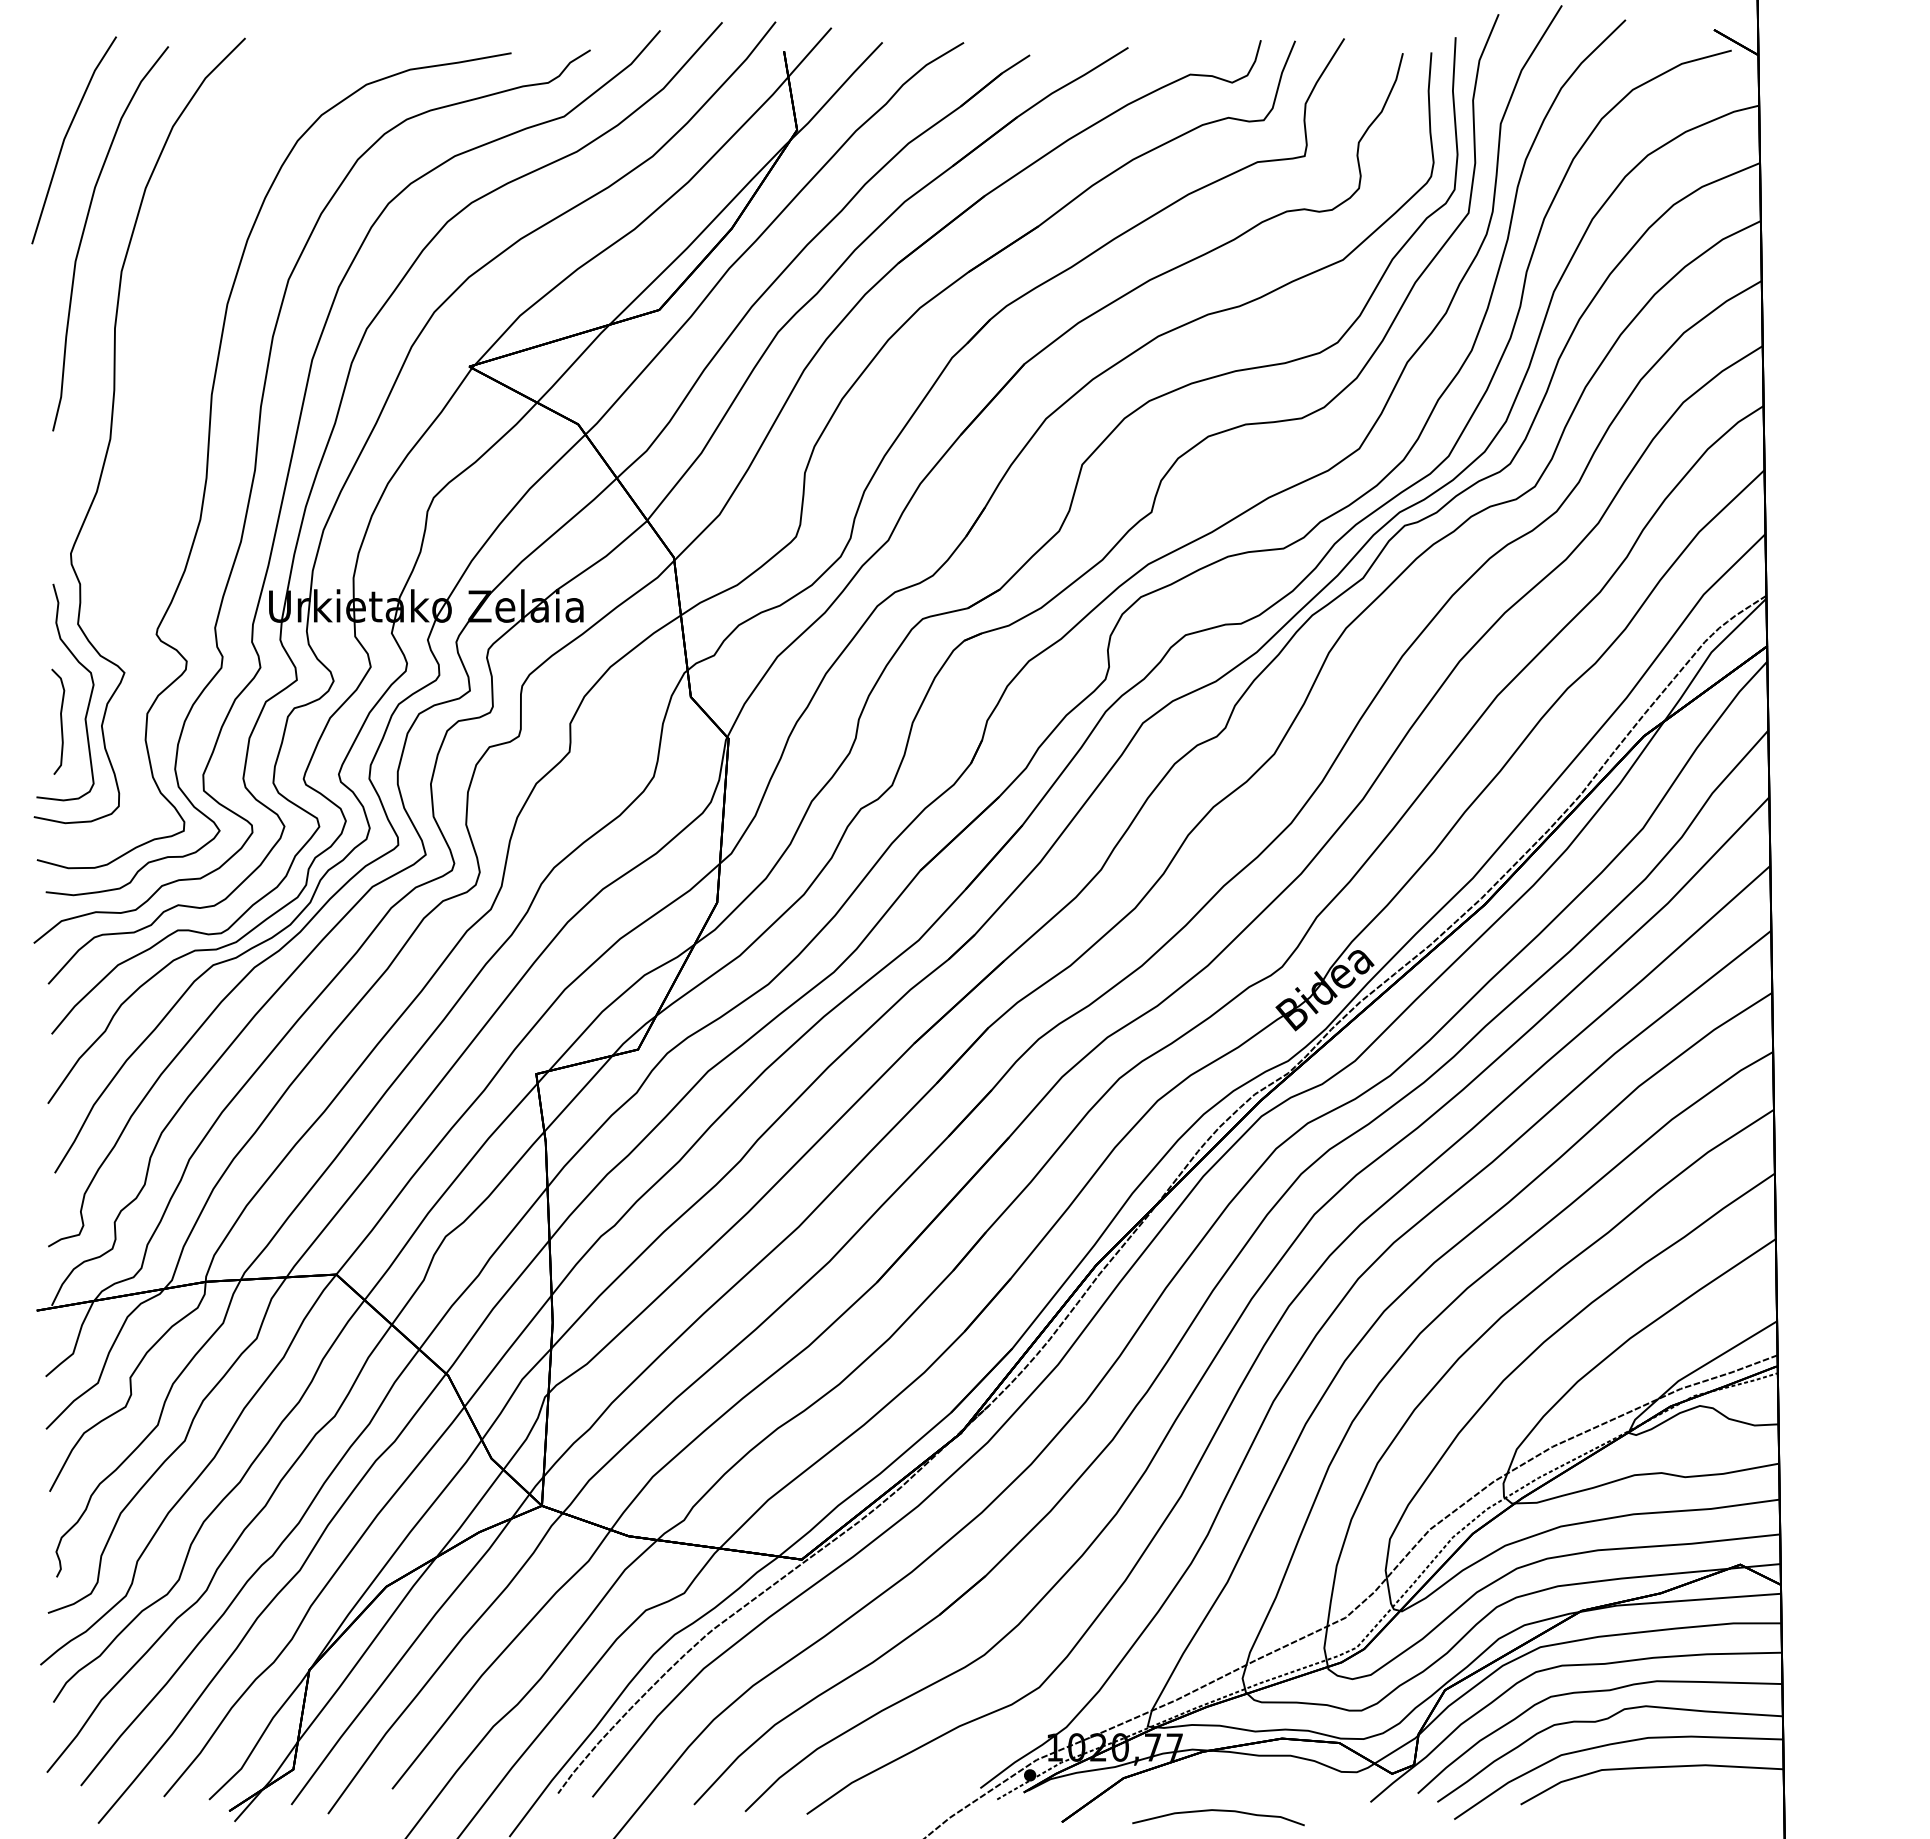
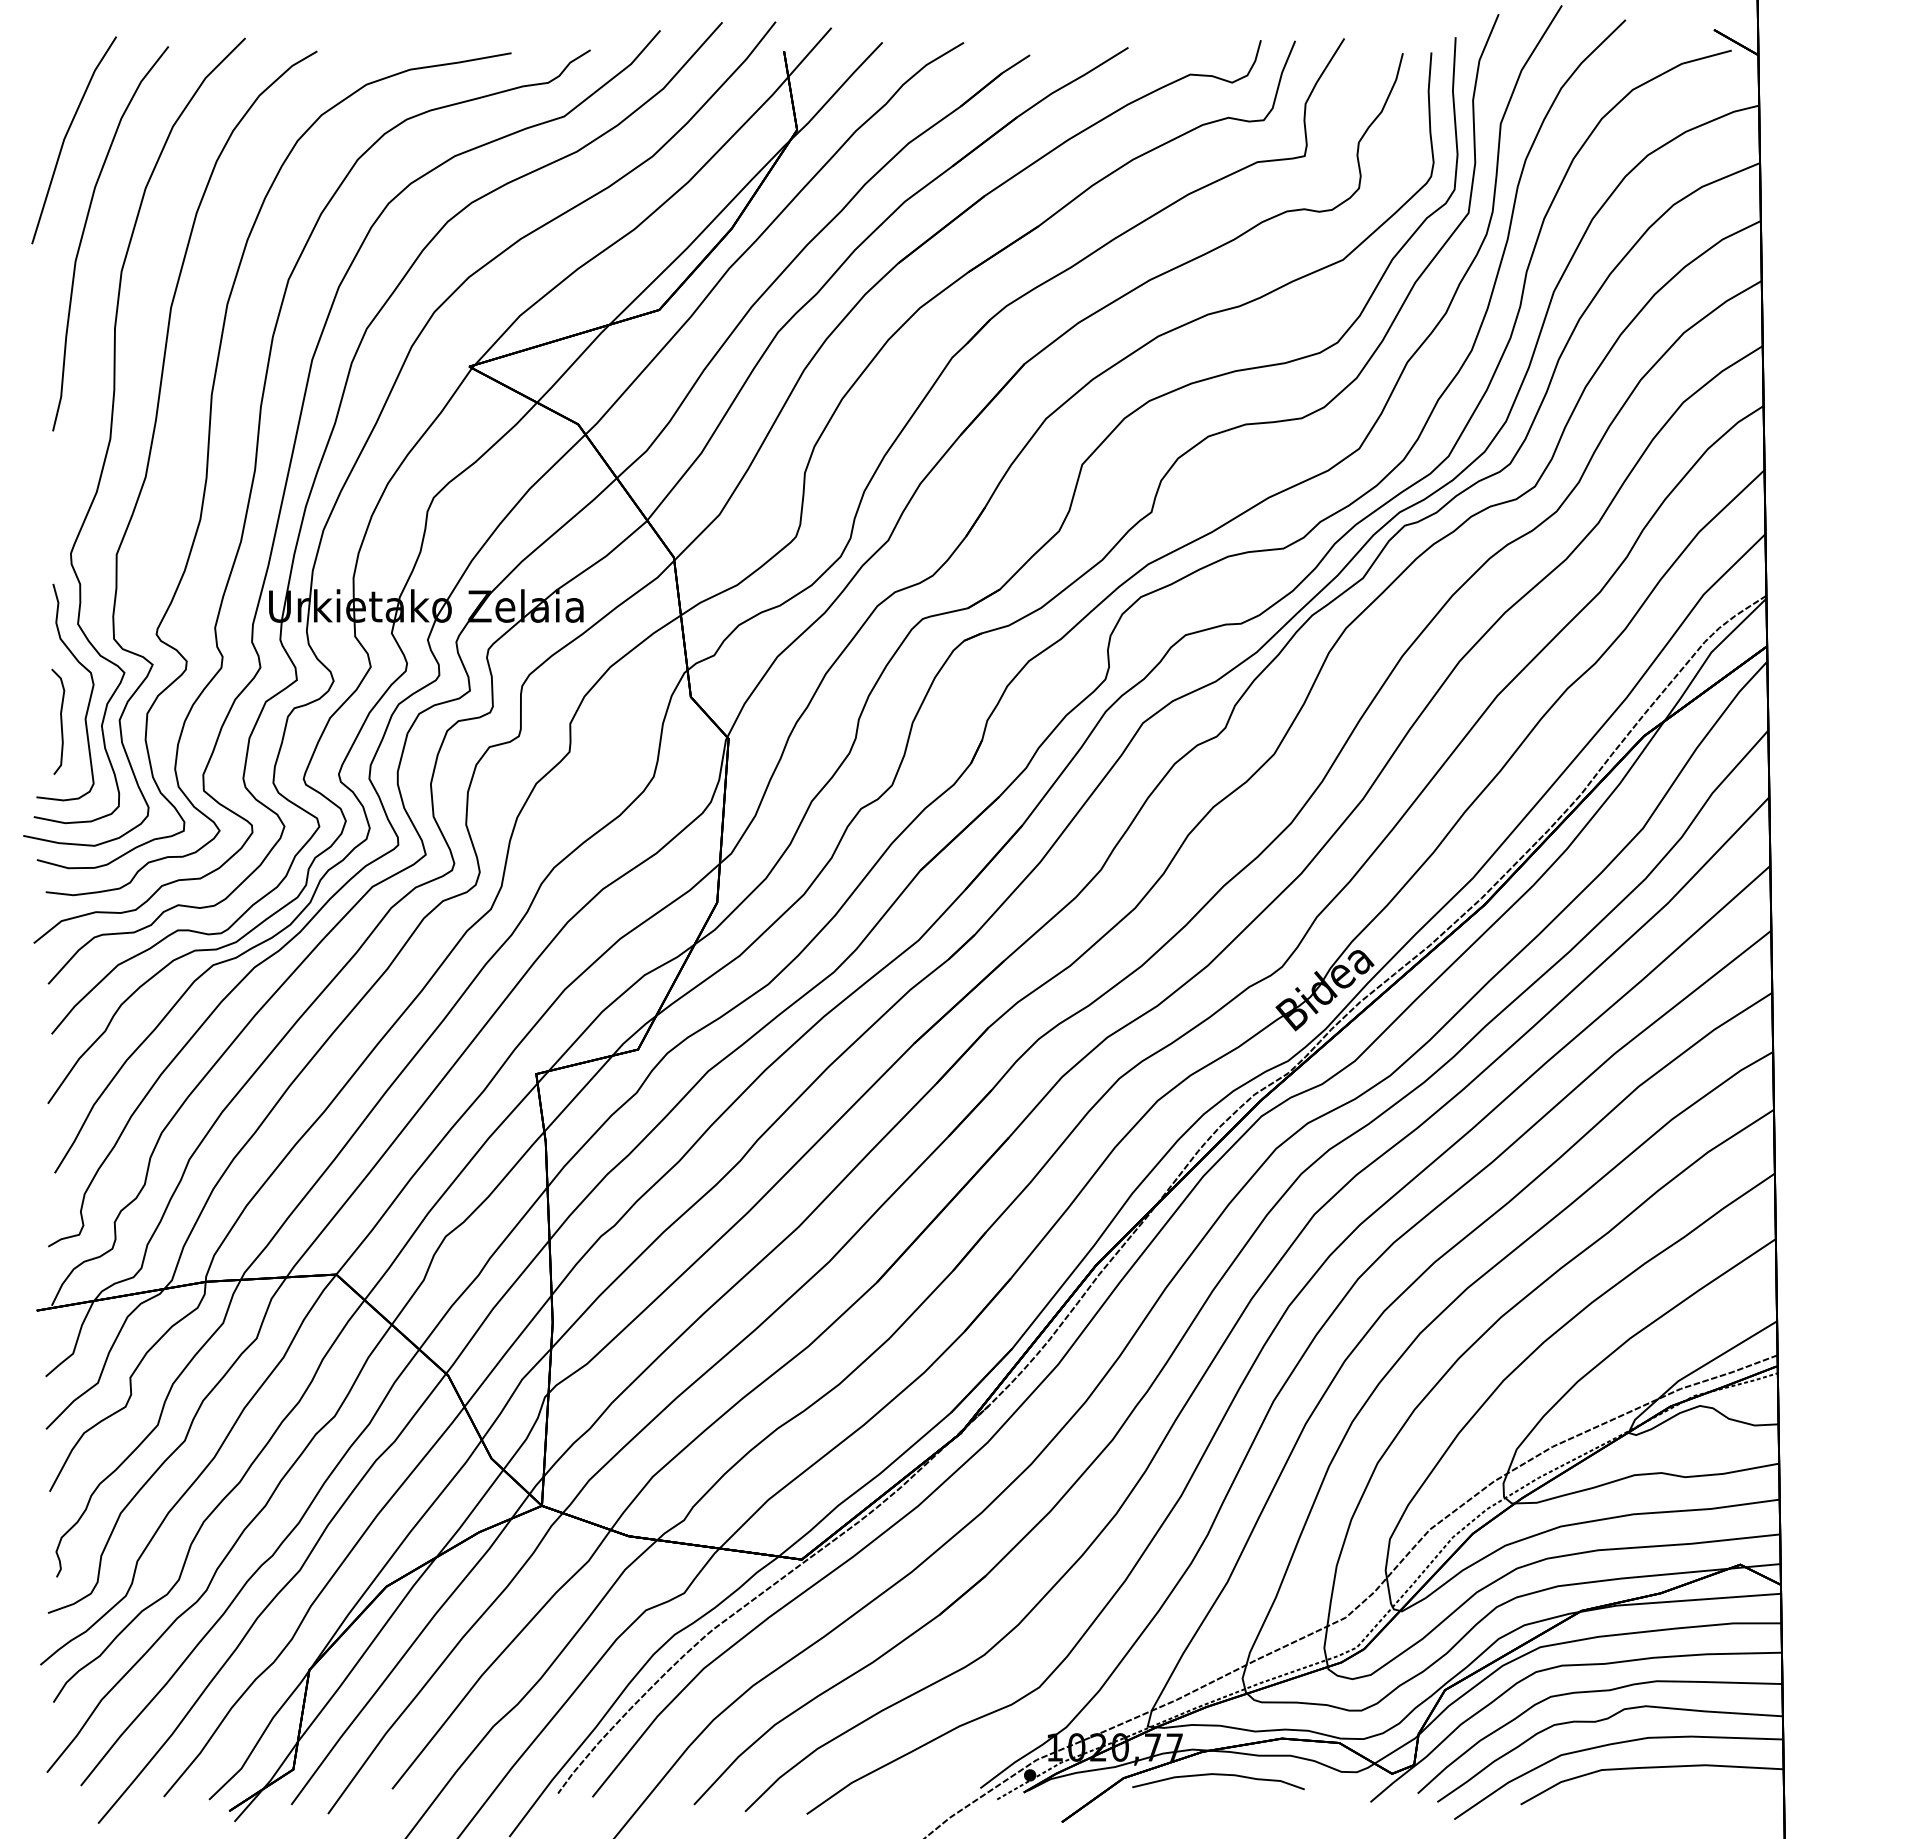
curve at (152, 446): none -> present
curve at (1218, 1811) position: (1218, 1811) -> (1218, 1775)
